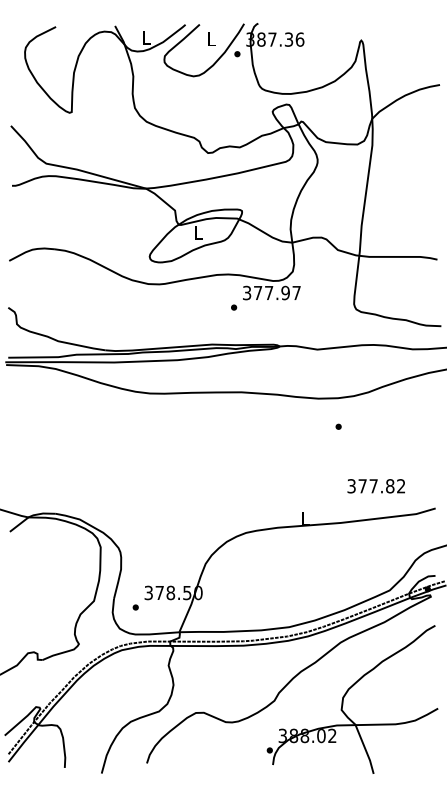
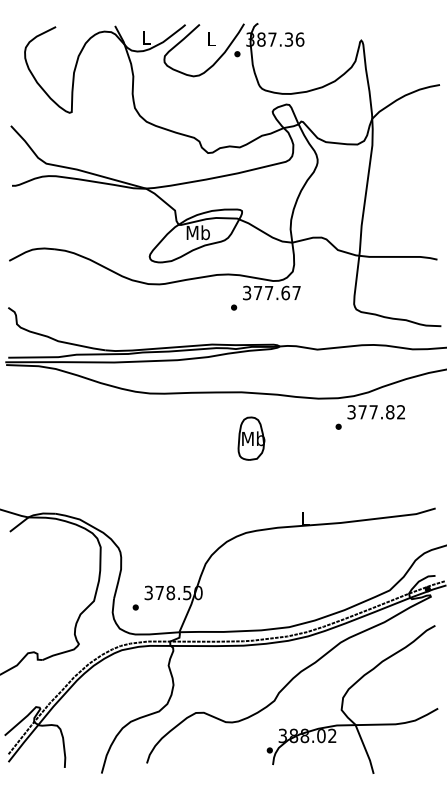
text at (197, 232): L -> Mb
text at (285, 292): 377.97 -> 377.67
part at (251, 438): none -> present
text at (375, 486) position: (375, 486) -> (375, 412)
